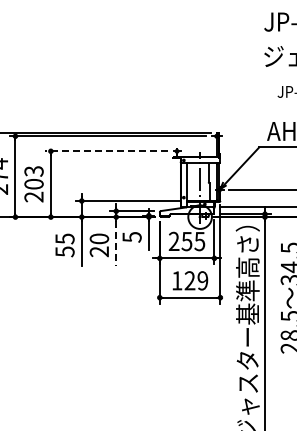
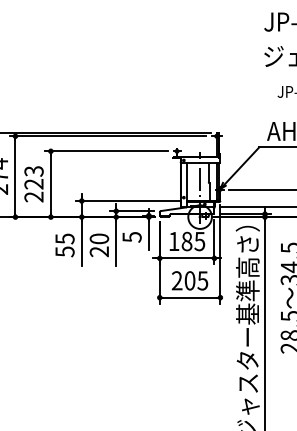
line at (105, 151): dashed -> solid
text at (33, 184): 203 -> 223
text at (180, 241): 255 -> 185
line at (116, 243): dashed -> solid
text at (189, 280): 129 -> 205
